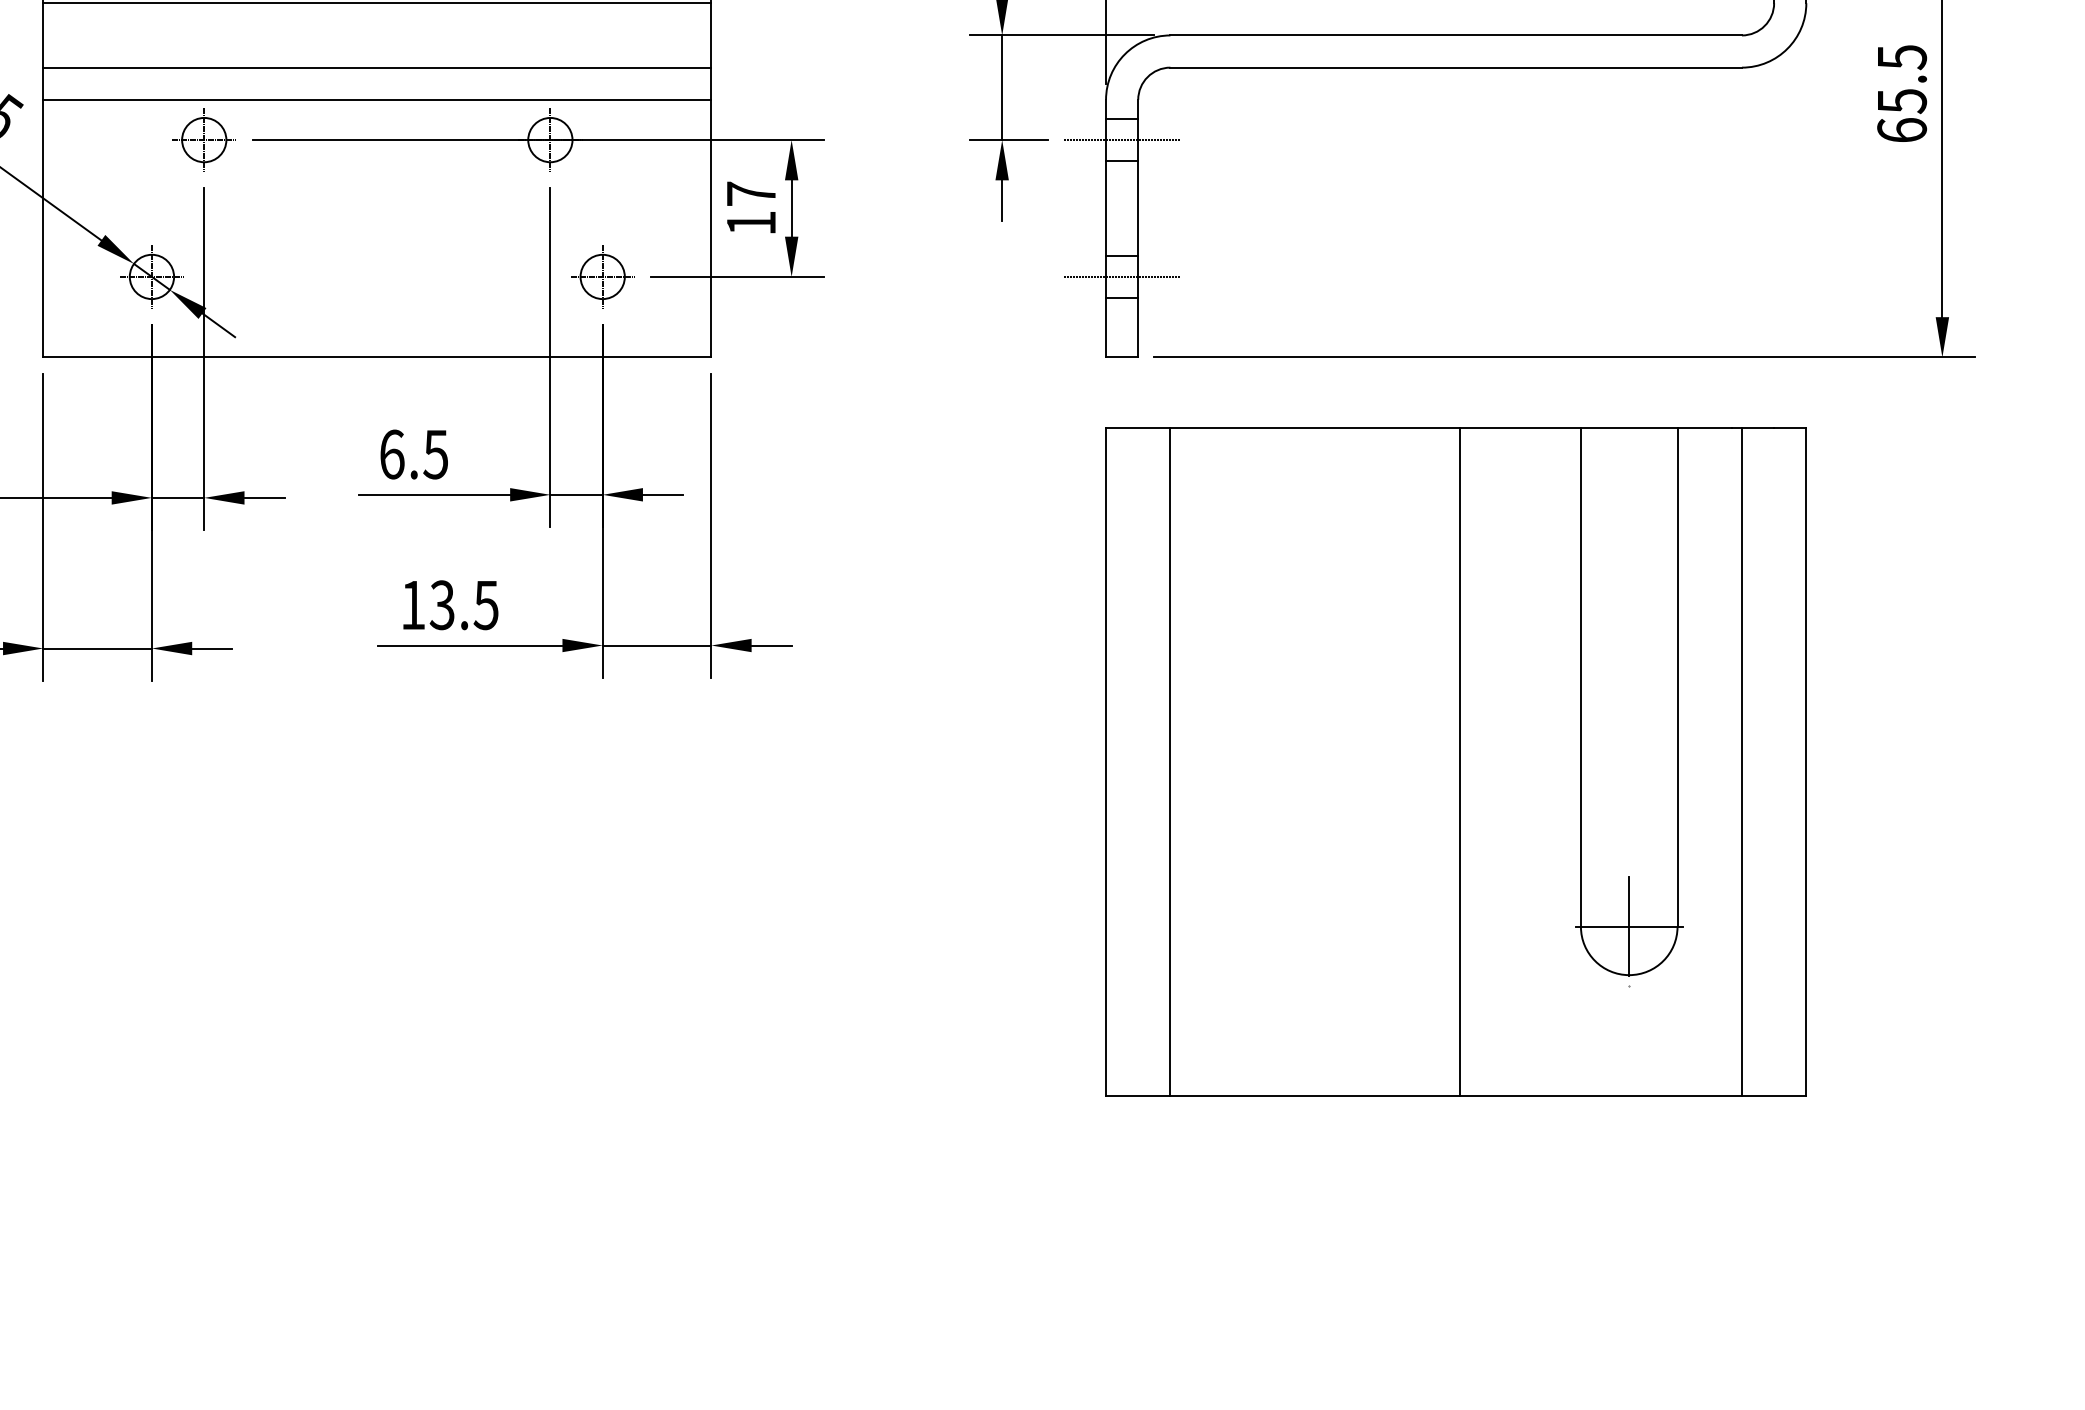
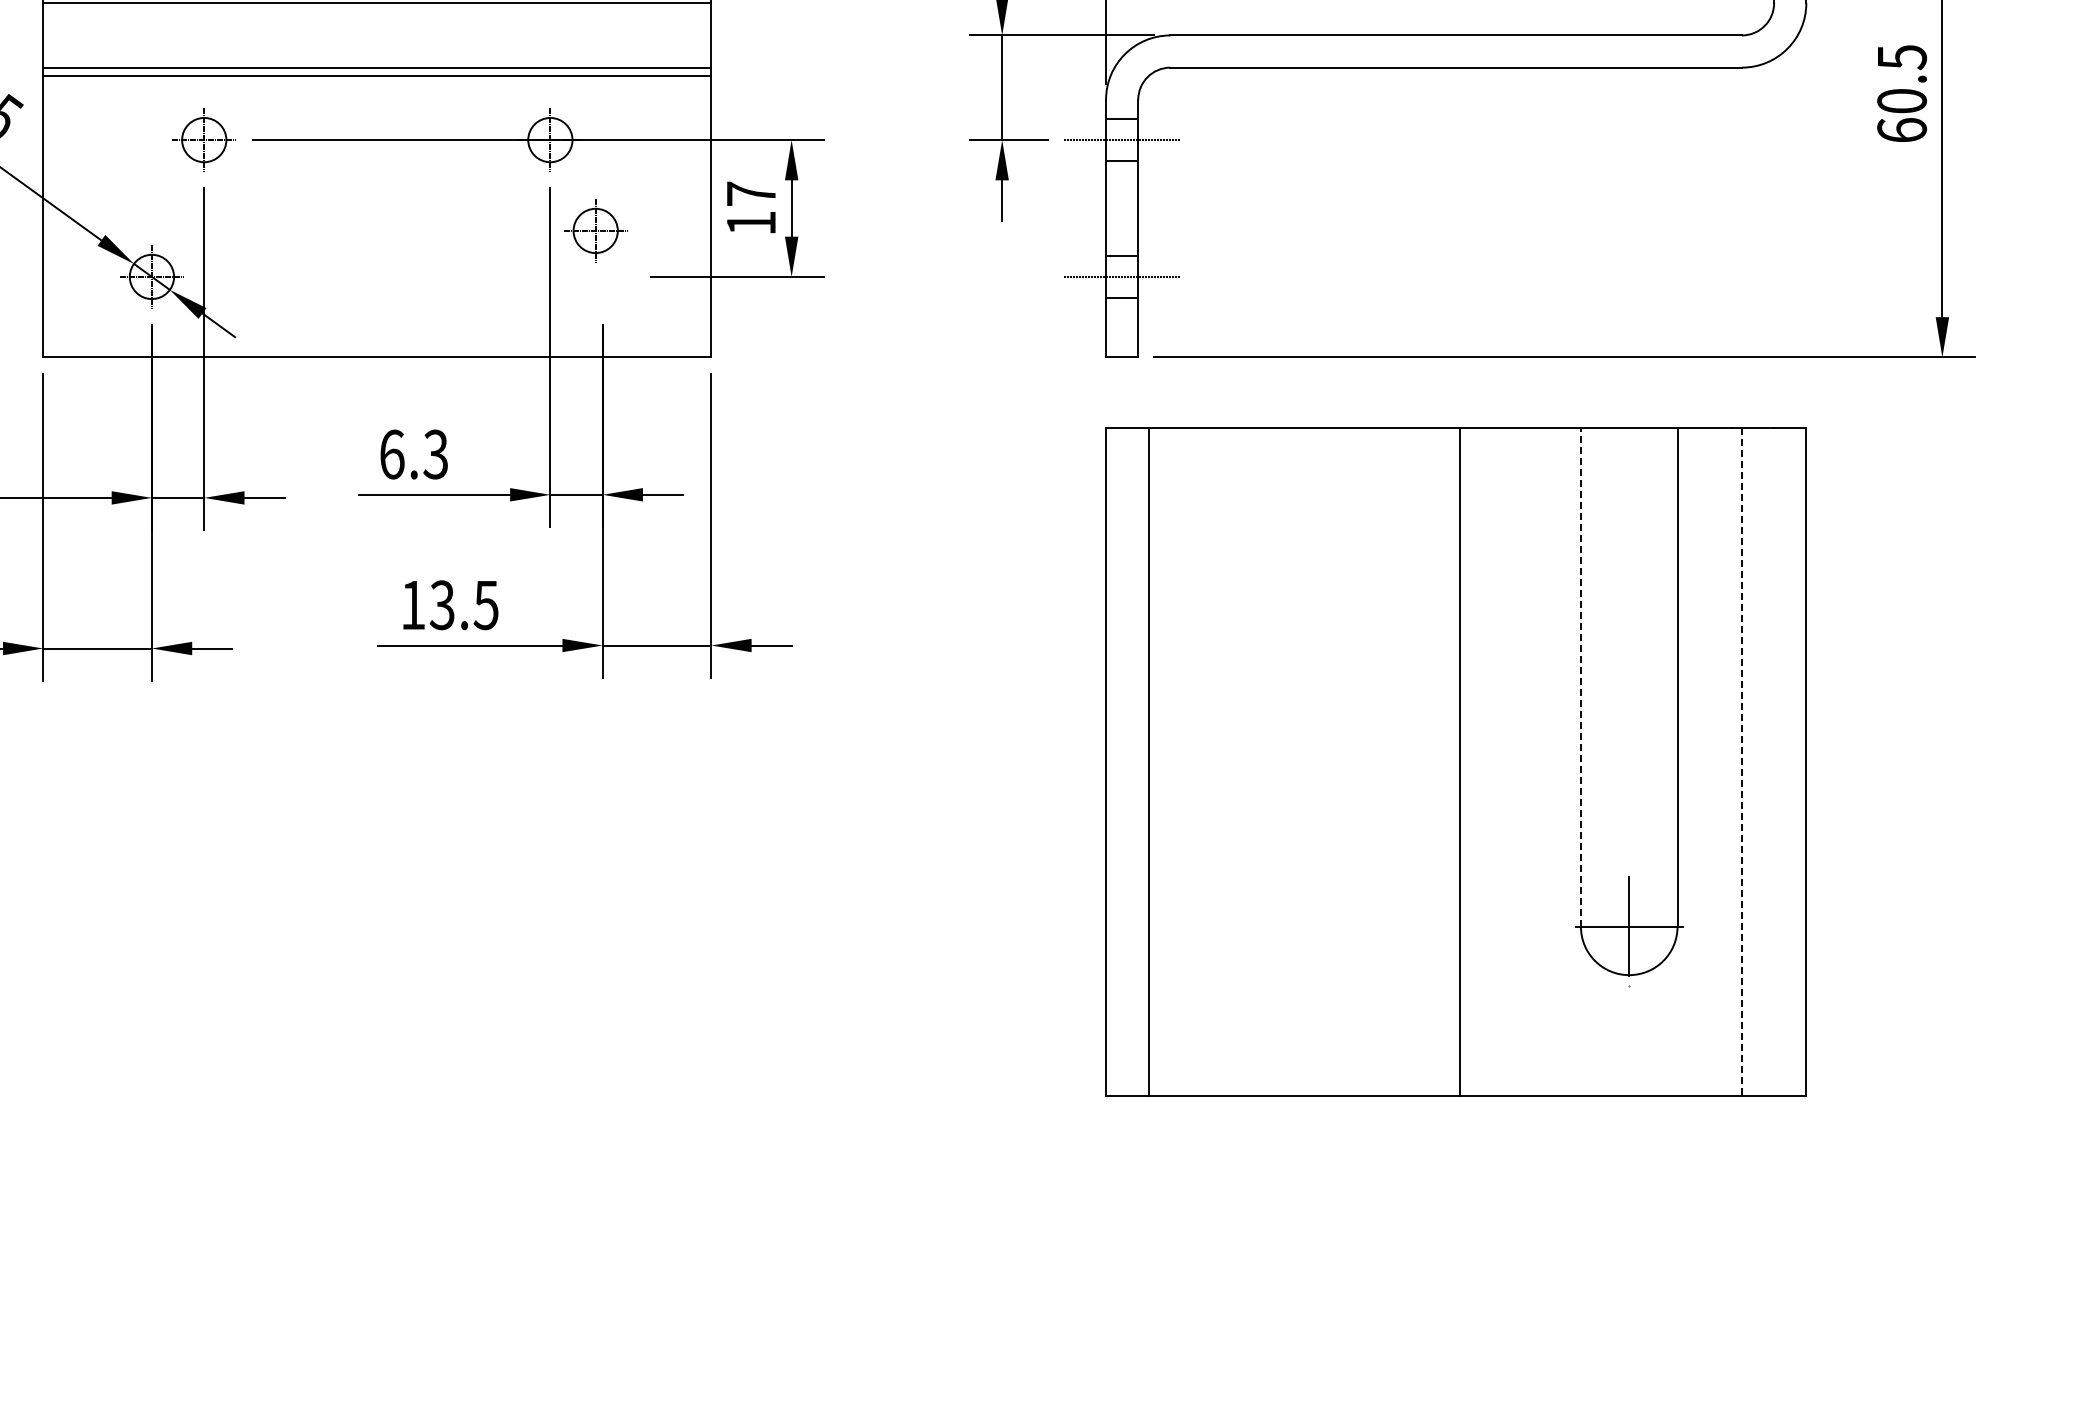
line at (377, 99) position: (377, 99) -> (377, 75)
text at (1901, 101): 65.5 -> 60.5
part at (602, 276) position: (602, 276) -> (595, 230)
text at (435, 454): 6.5 -> 6.3
line at (1580, 677): solid -> dashed
line at (1170, 761) position: (1170, 761) -> (1149, 761)
line at (1741, 762): solid -> dashed
